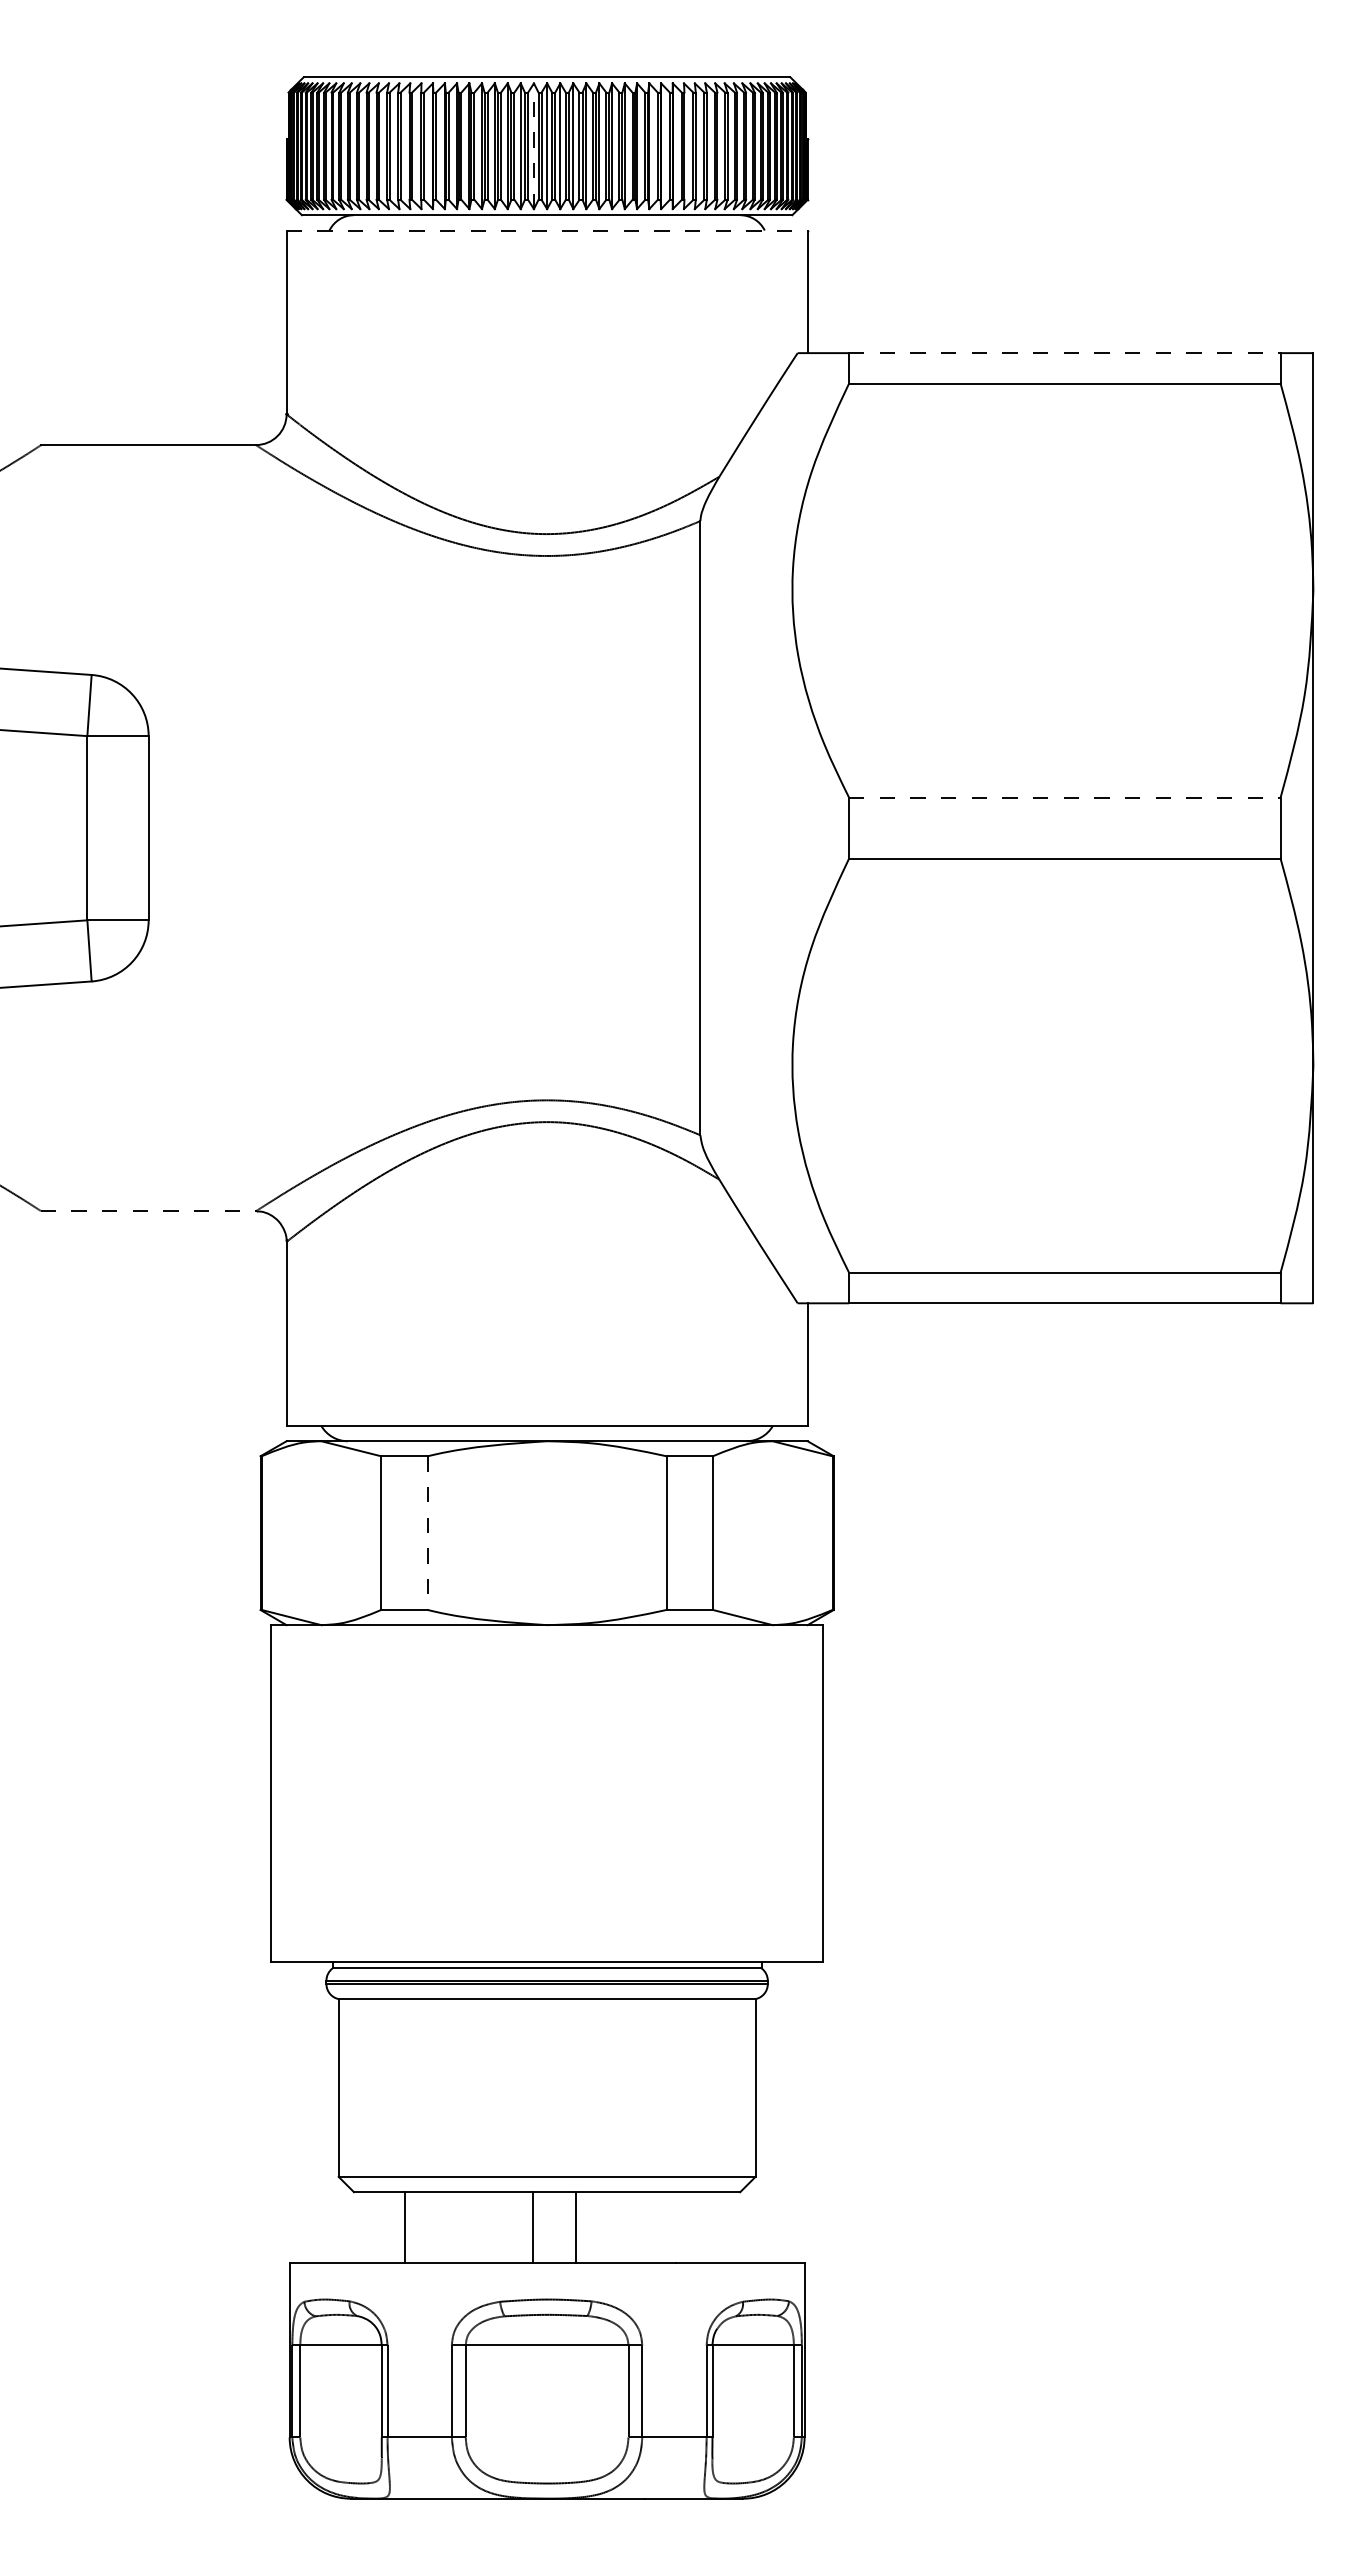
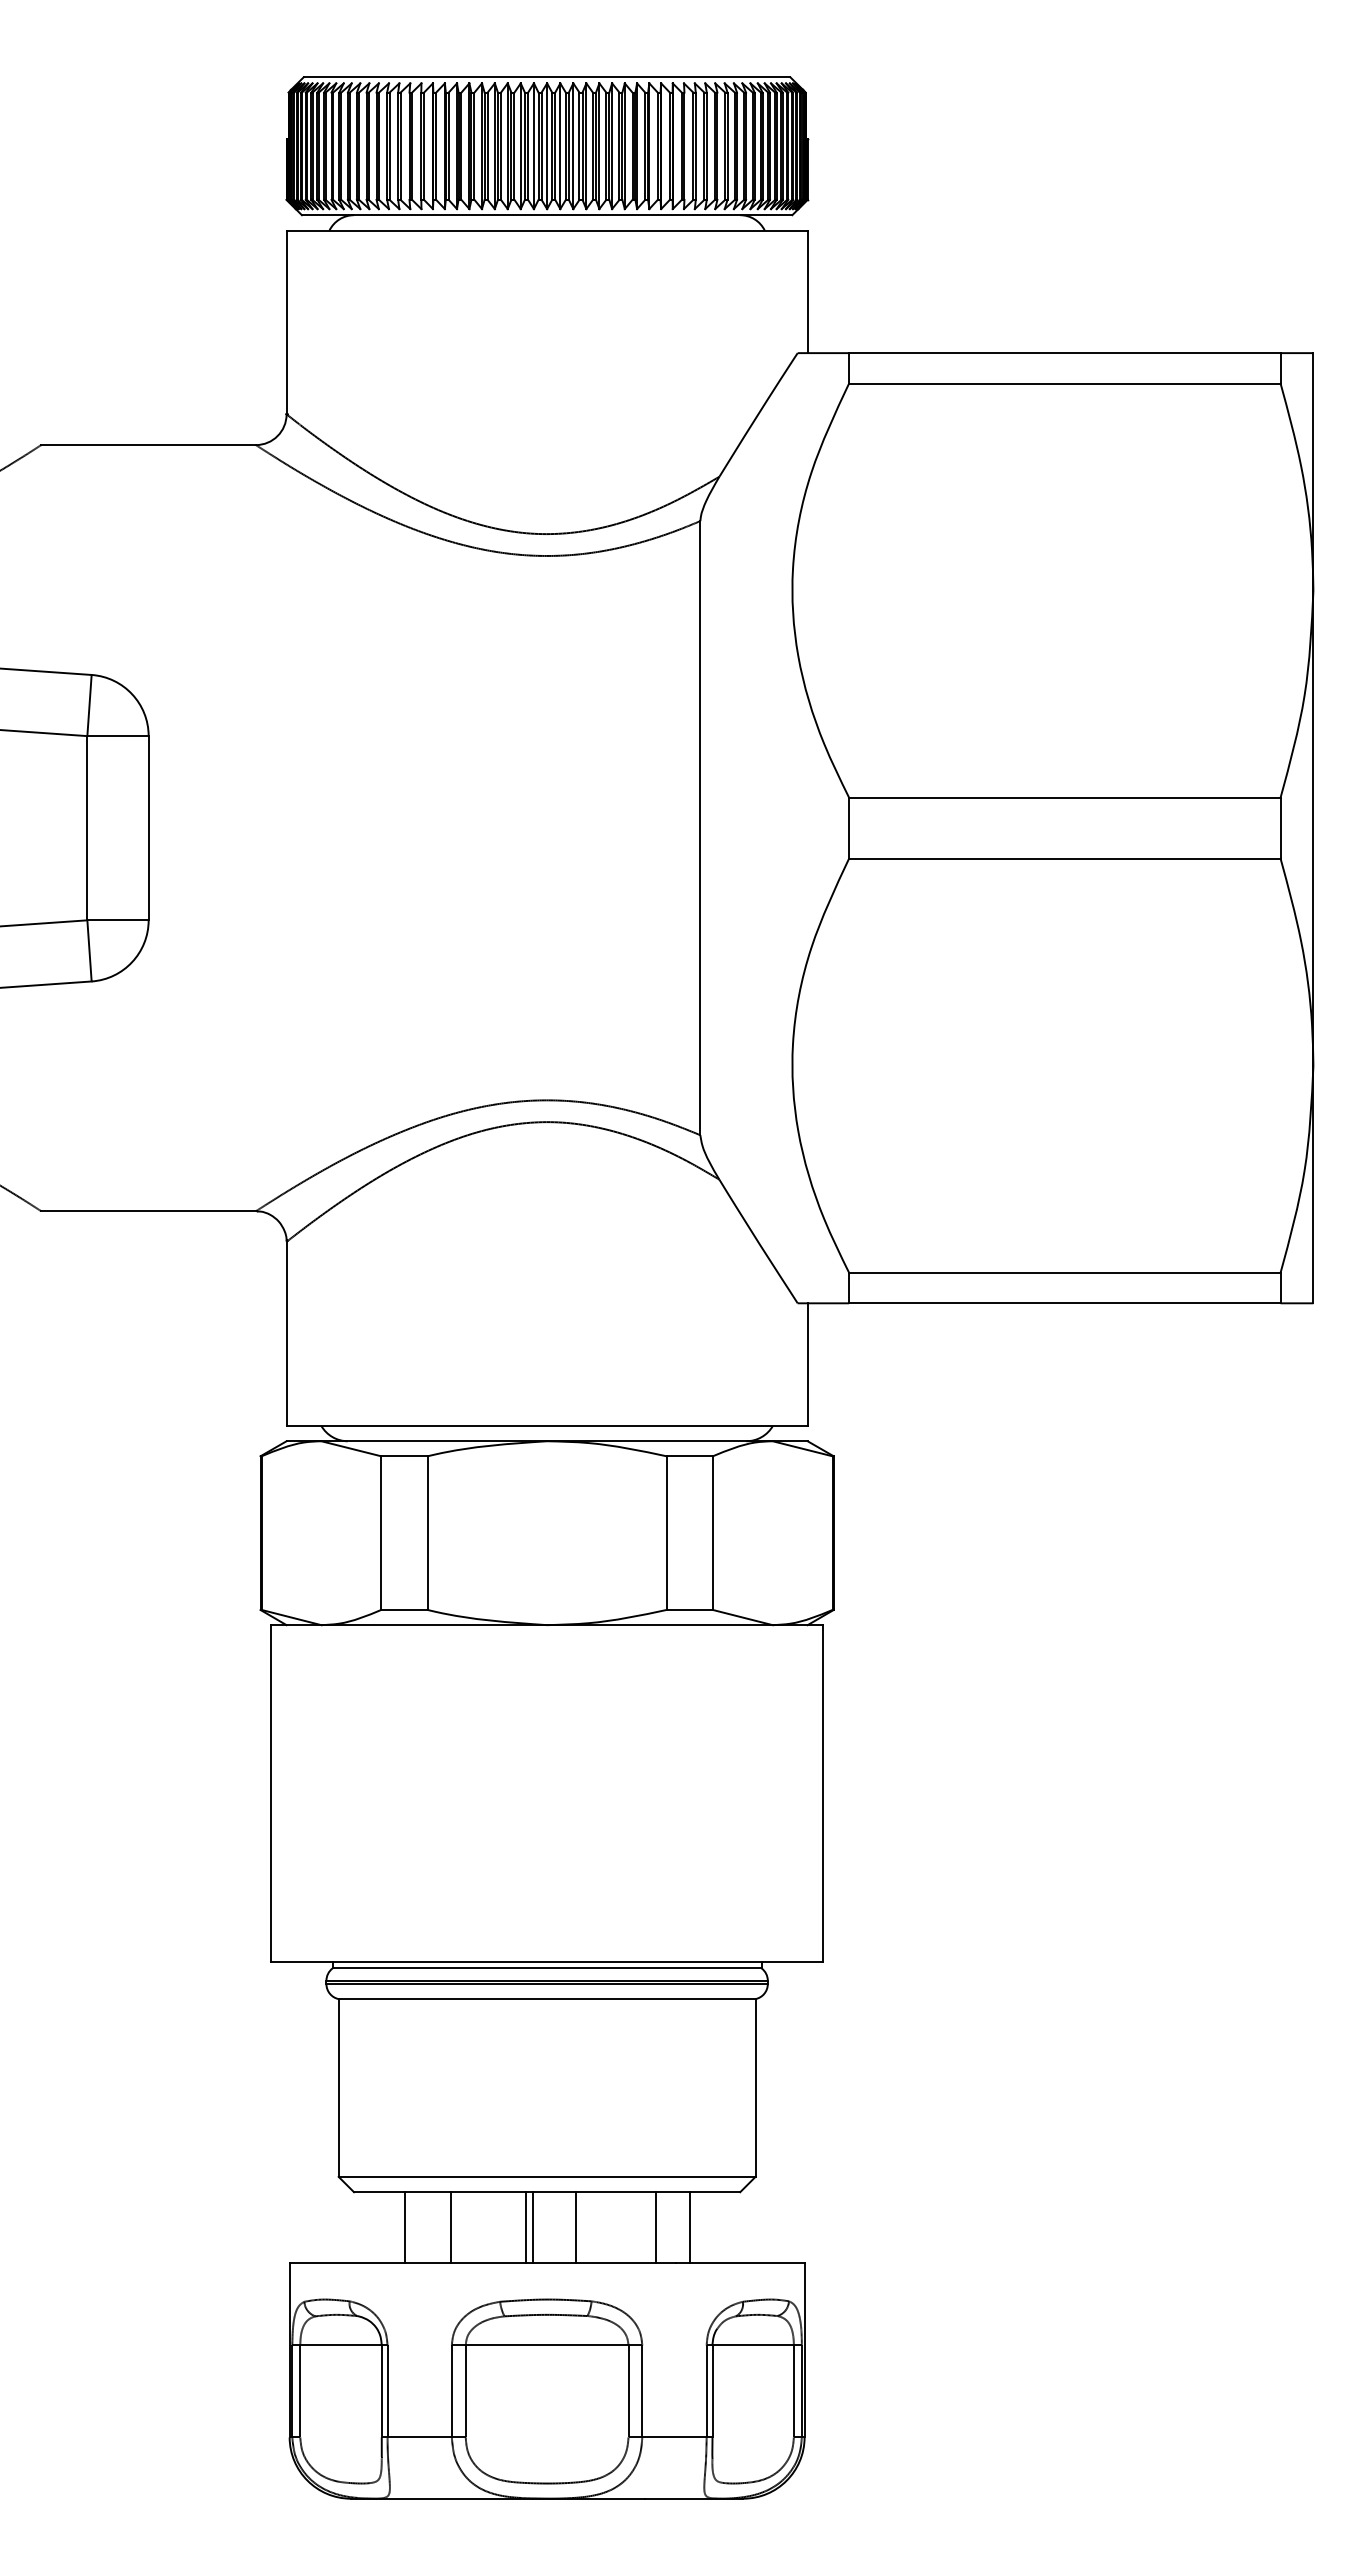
line at (533, 146): dashed -> solid
line at (547, 230): dashed -> solid
line at (1064, 353): dashed -> solid
line at (1064, 797): dashed -> solid
line at (148, 1211): dashed -> solid
line at (427, 1533): dashed -> solid
line at (450, 2227): none -> present
line at (525, 2227): none -> present
line at (655, 2227): none -> present
line at (689, 2227): none -> present
